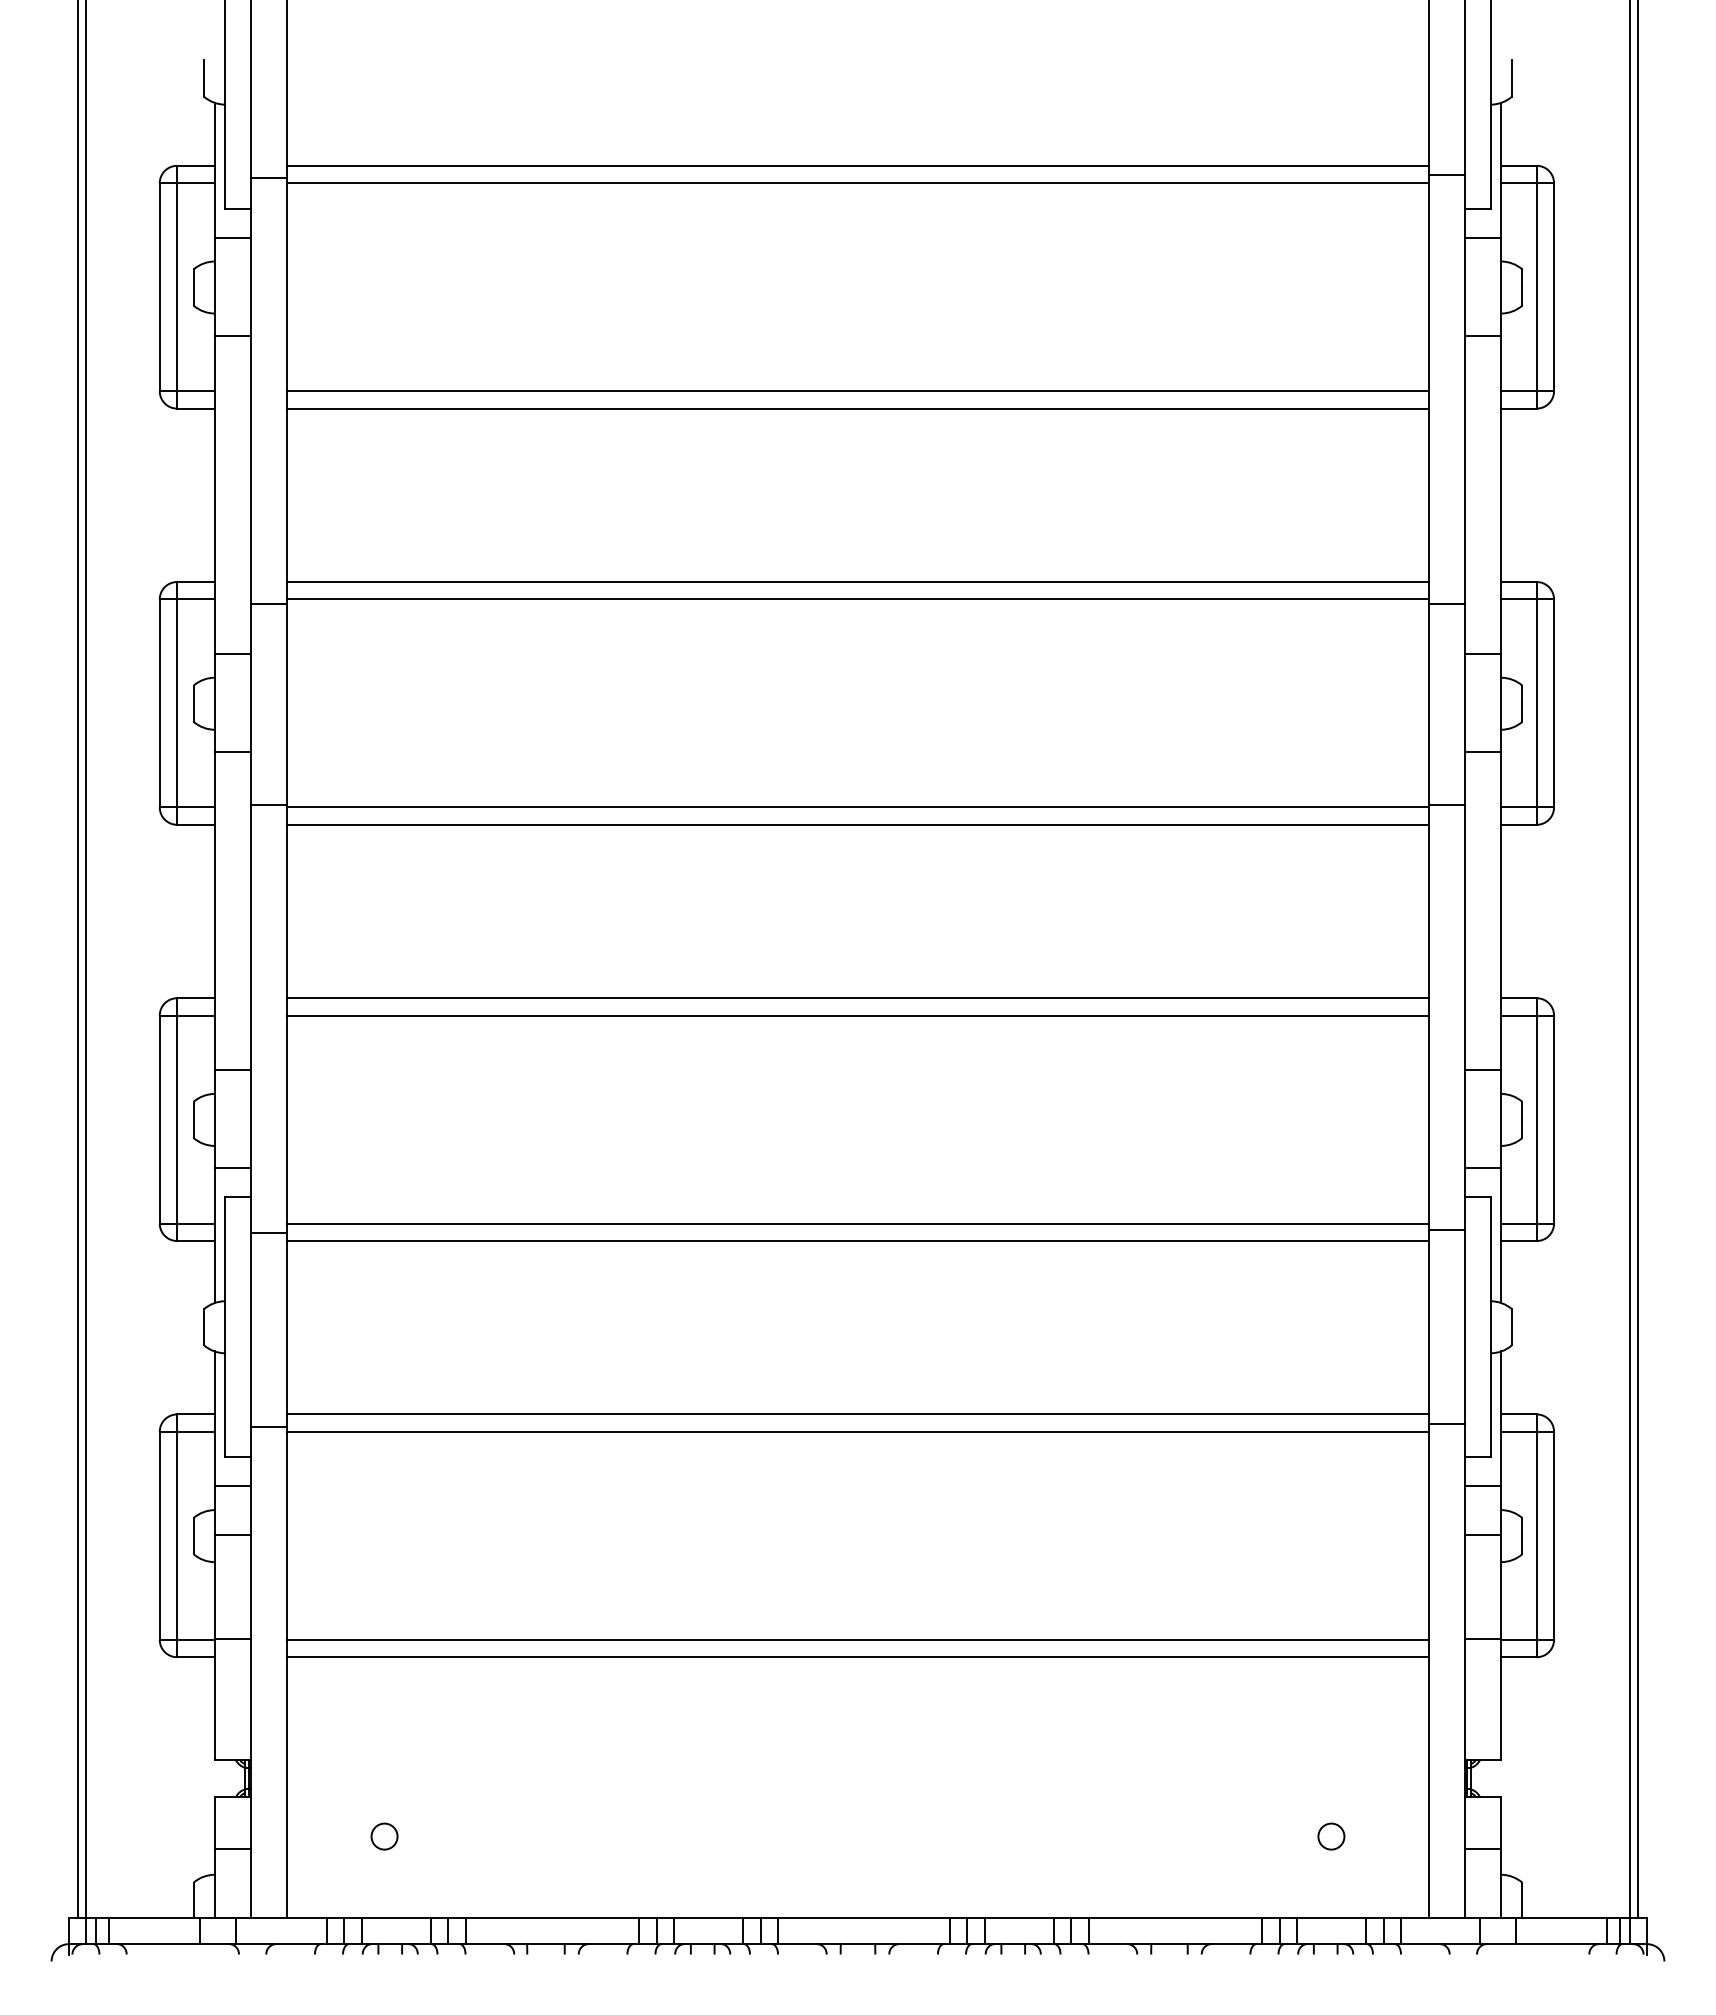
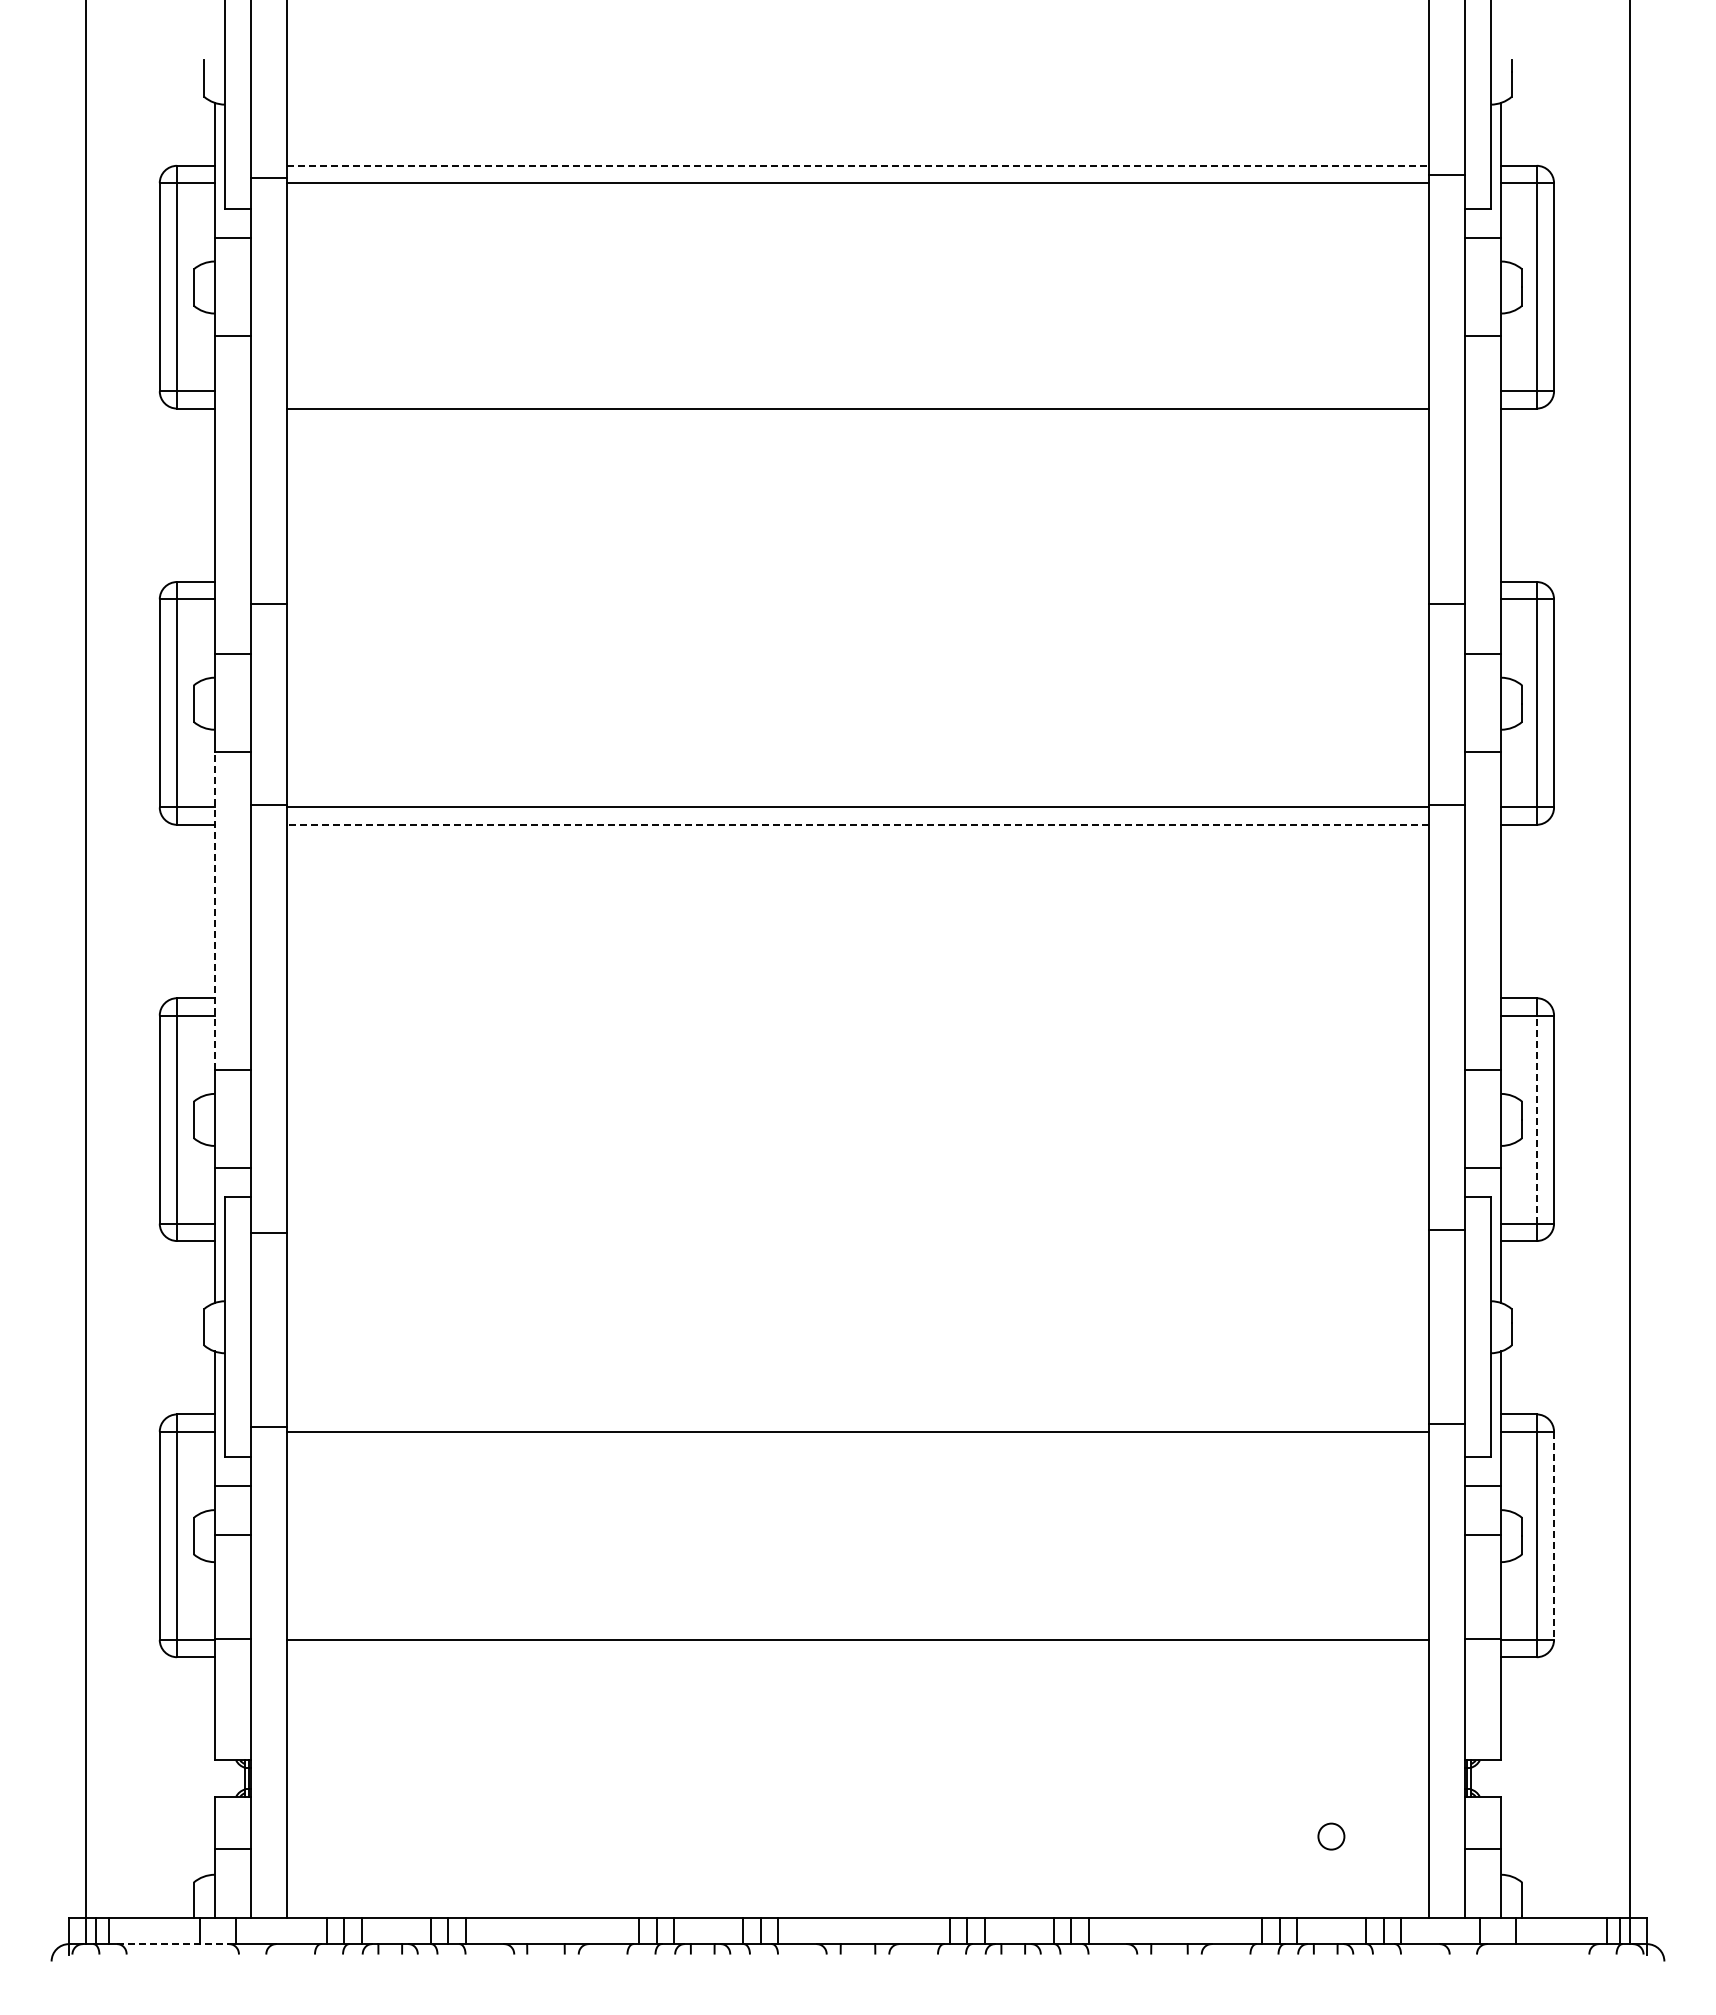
line at (857, 165): solid -> dashed
line at (857, 391): present -> none
line at (857, 582): present -> none
line at (857, 599): present -> none
line at (857, 824): solid -> dashed
line at (214, 911): solid -> dashed
line at (77, 960): present -> none
line at (1638, 960): present -> none
line at (857, 998): present -> none
line at (857, 1015): present -> none
line at (1536, 1119): solid -> dashed
line at (857, 1223): present -> none
line at (857, 1241): present -> none
line at (857, 1414): present -> none
line at (1554, 1536): solid -> dashed
line at (857, 1657): present -> none
circle at (384, 1836): present -> none
line at (173, 1944): solid -> dashed
